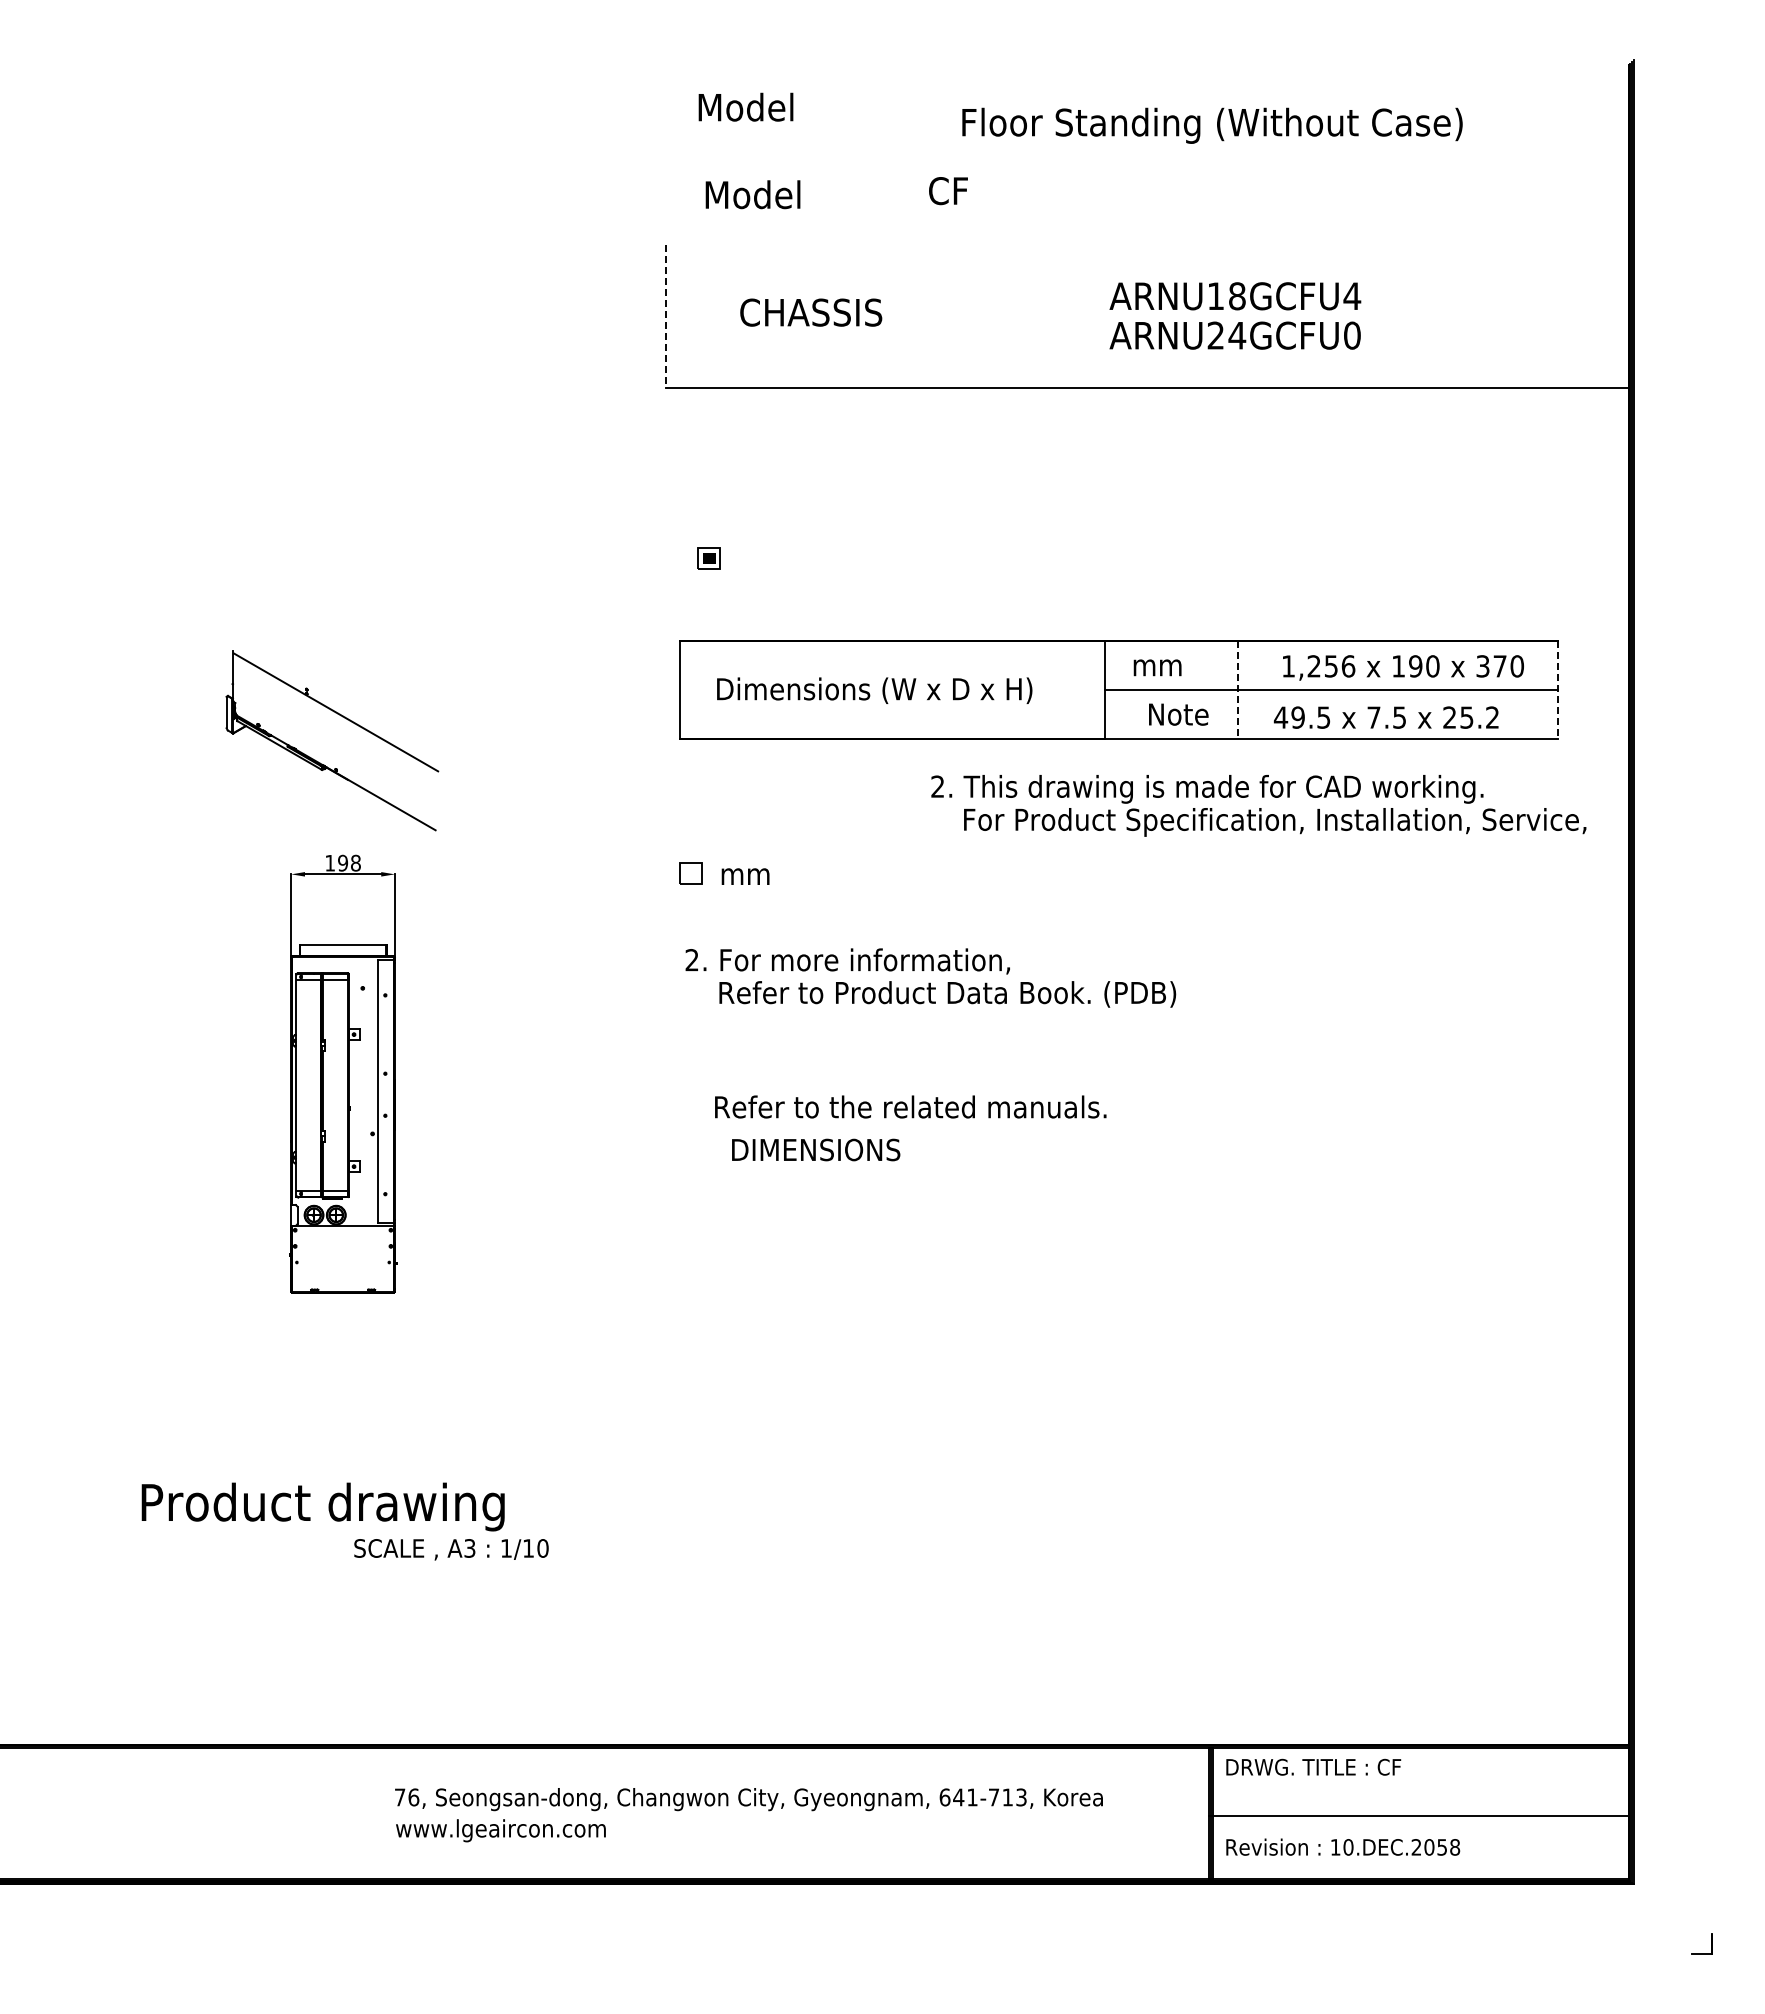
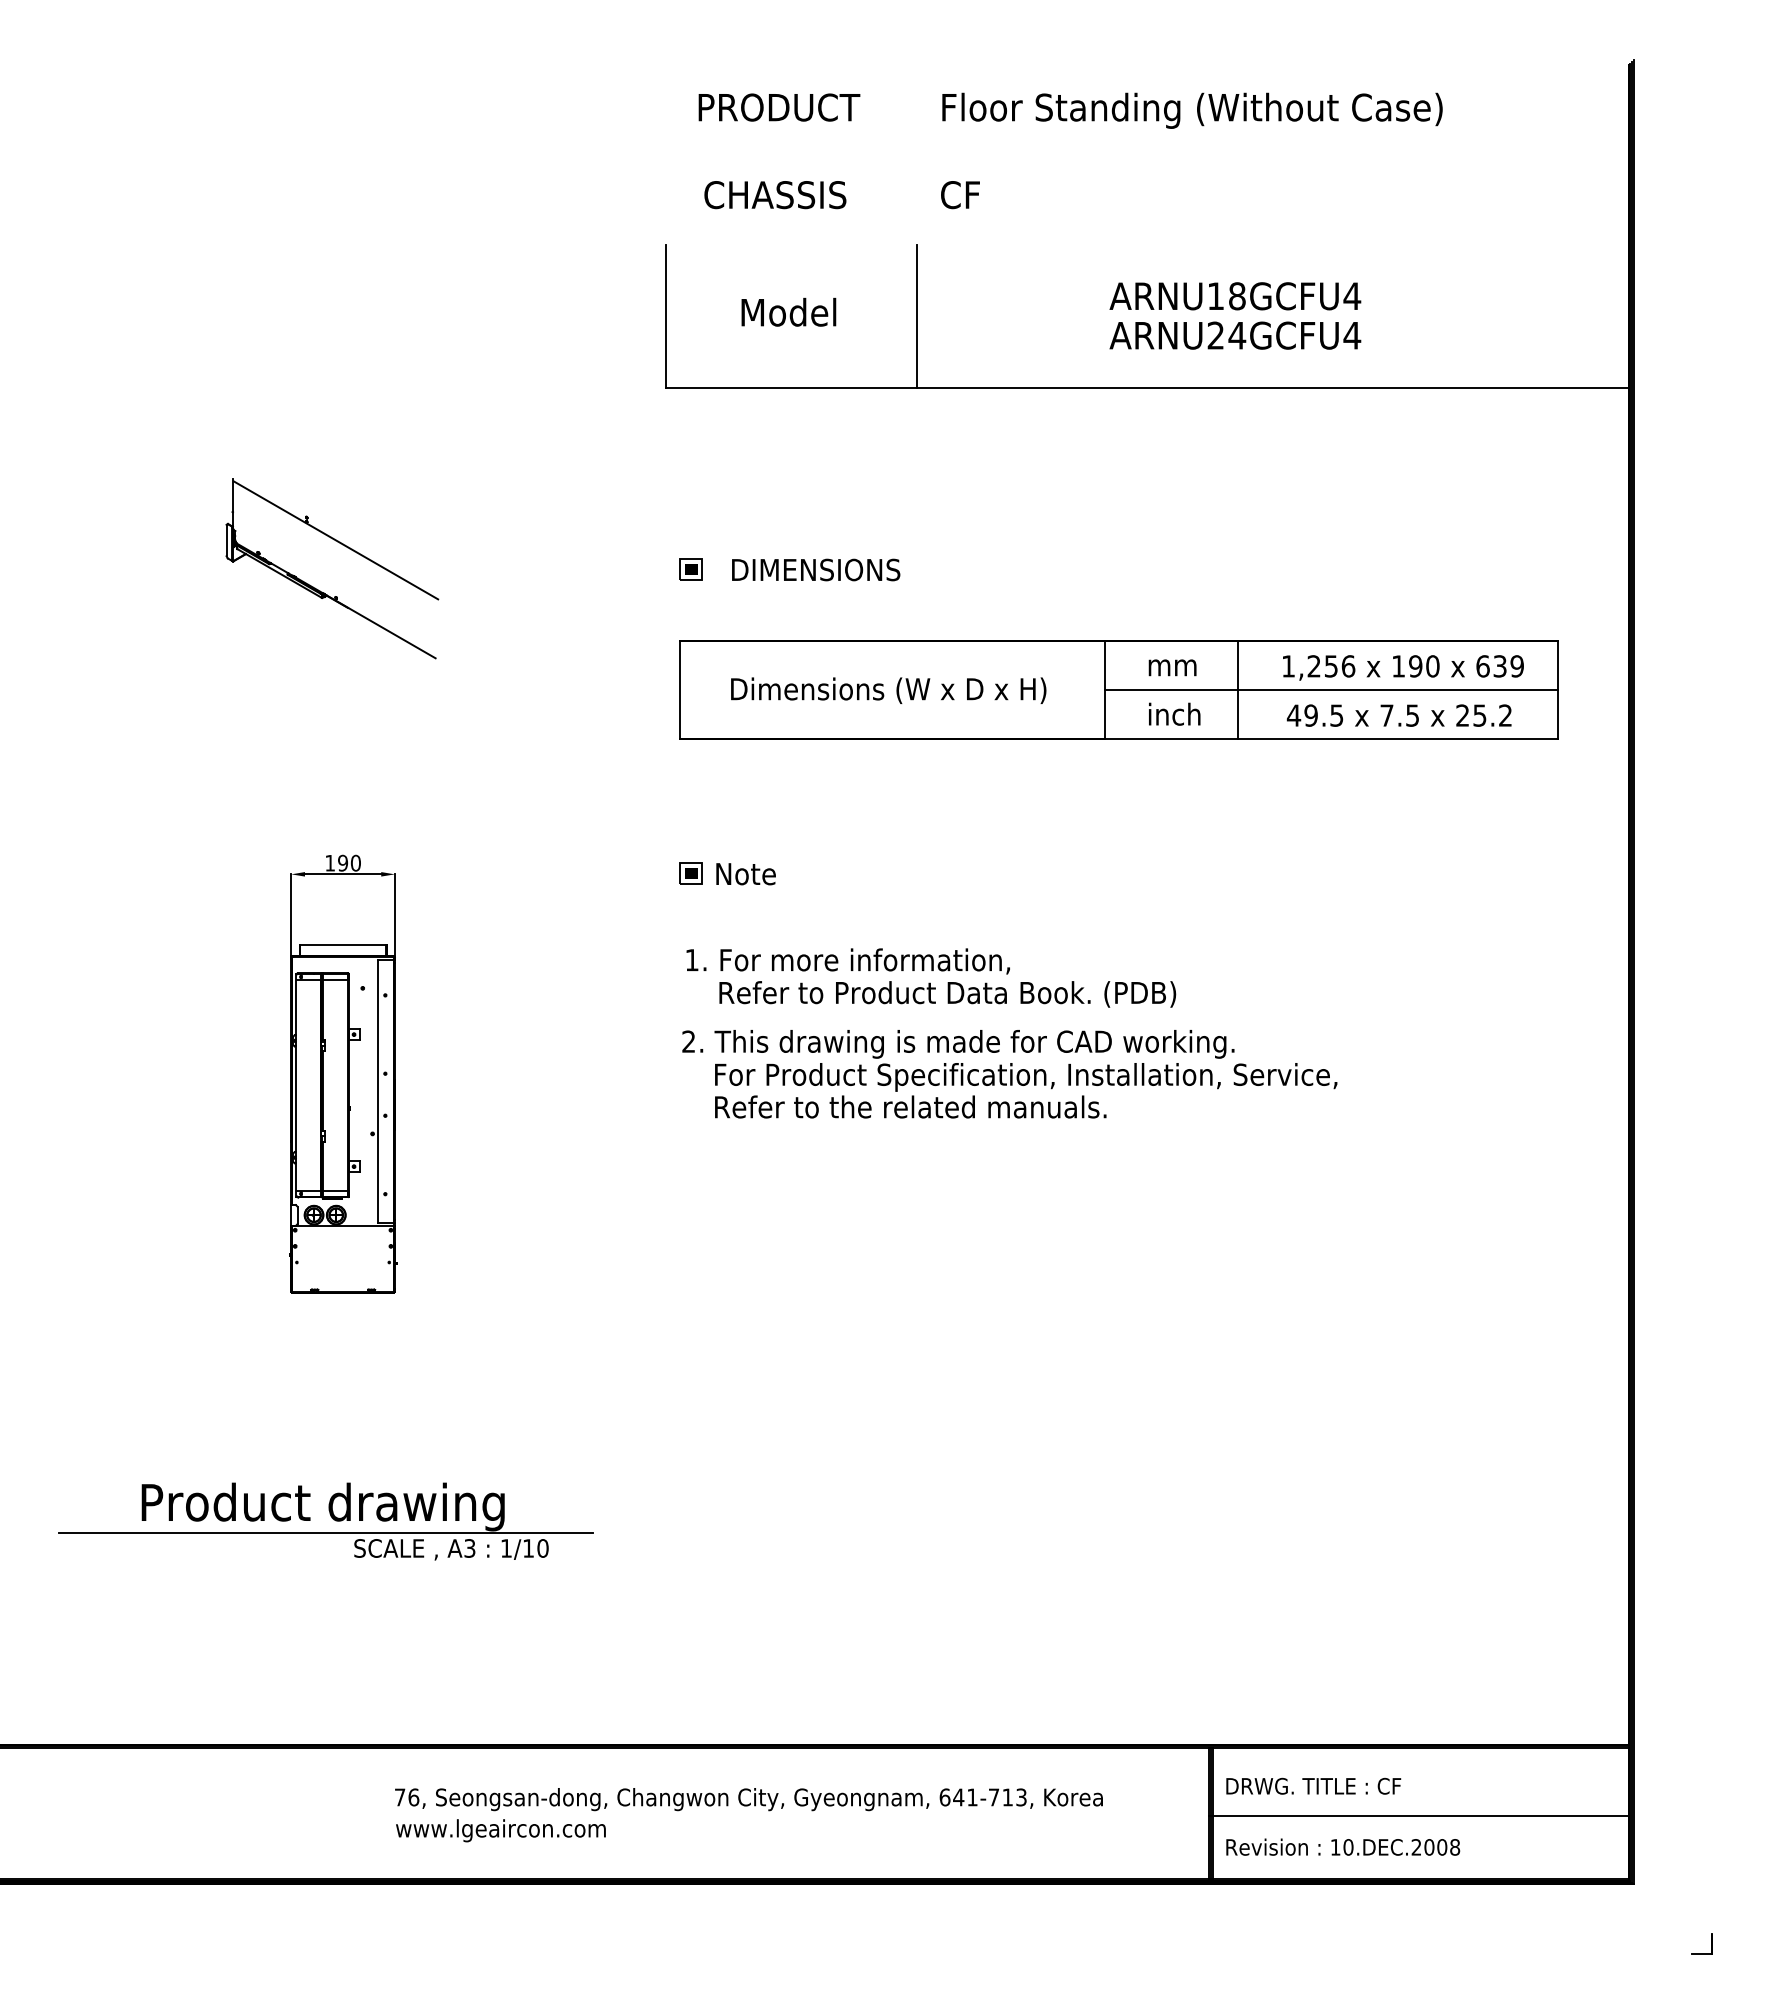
text at (781, 106): Model -> PRODUCT
text at (1212, 125) position: (1212, 125) -> (1192, 110)
text at (948, 191) position: (948, 191) -> (960, 195)
text at (775, 194): Model -> CHASSIS
text at (811, 311): CHASSIS -> Model
line at (666, 316): dashed -> solid
line at (916, 316): none -> present
text at (1352, 335): ARNU24GCFU0 -> ARNU24GCFU4
part at (708, 558) position: (708, 558) -> (690, 569)
text at (1500, 666): 370 -> 639
text at (1157, 667) position: (1157, 667) -> (1172, 667)
text at (874, 690) position: (874, 690) -> (888, 690)
line at (1237, 690): dashed -> solid
line at (1558, 690): dashed -> solid
text at (1178, 713): Note -> inch
text at (1385, 717) position: (1385, 717) -> (1398, 715)
part at (347, 720) position: (347, 720) -> (347, 548)
text at (1258, 805) position: (1258, 805) -> (1009, 1060)
text at (355, 863): 198 -> 190
fill at (691, 873): none -> present
text at (745, 874): mm -> Note
text at (691, 960): 2. -> 1.
text at (816, 1149) position: (816, 1149) -> (816, 569)
line at (326, 1532): none -> present
text at (1313, 1766) position: (1313, 1766) -> (1313, 1785)
text at (1442, 1847): 10.DEC.2058 -> 10.DEC.2008
